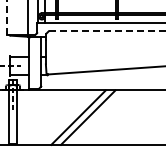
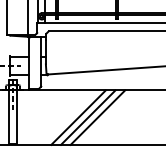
line at (6, 17): dashed -> solid
line at (107, 31): dashed -> solid
line at (97, 117): none -> present
